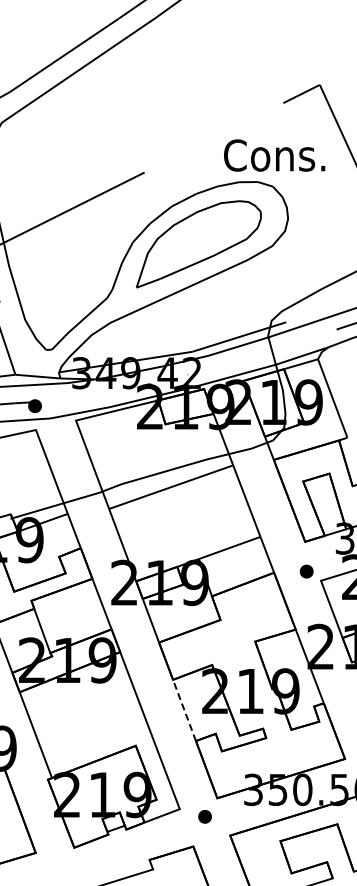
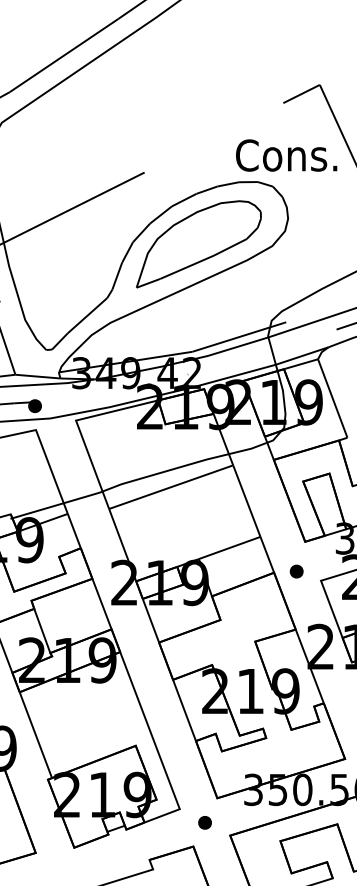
text at (274, 155) position: (274, 155) -> (286, 155)
part at (306, 571) position: (306, 571) -> (296, 571)
line at (184, 710): dashed -> solid
part at (204, 816) position: (204, 816) -> (204, 822)
